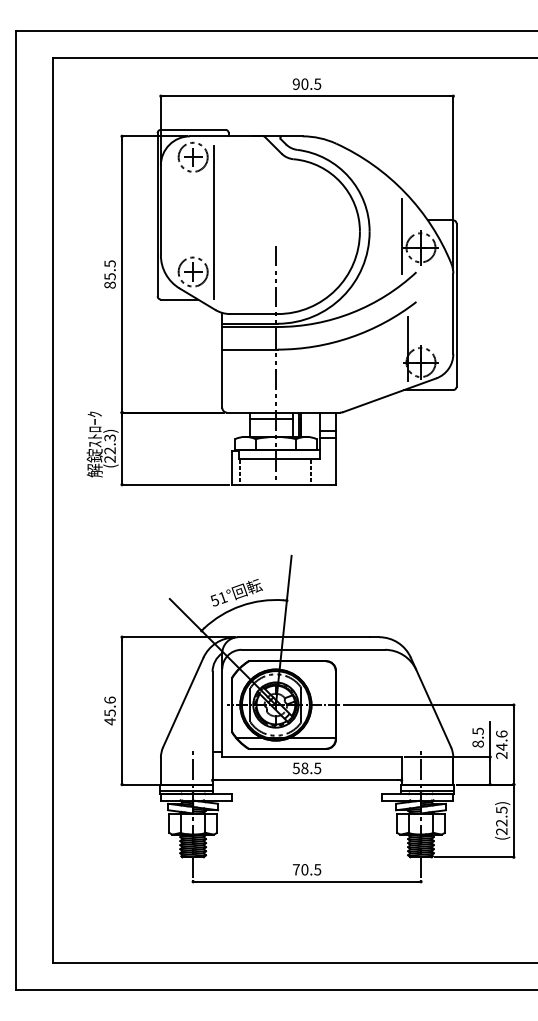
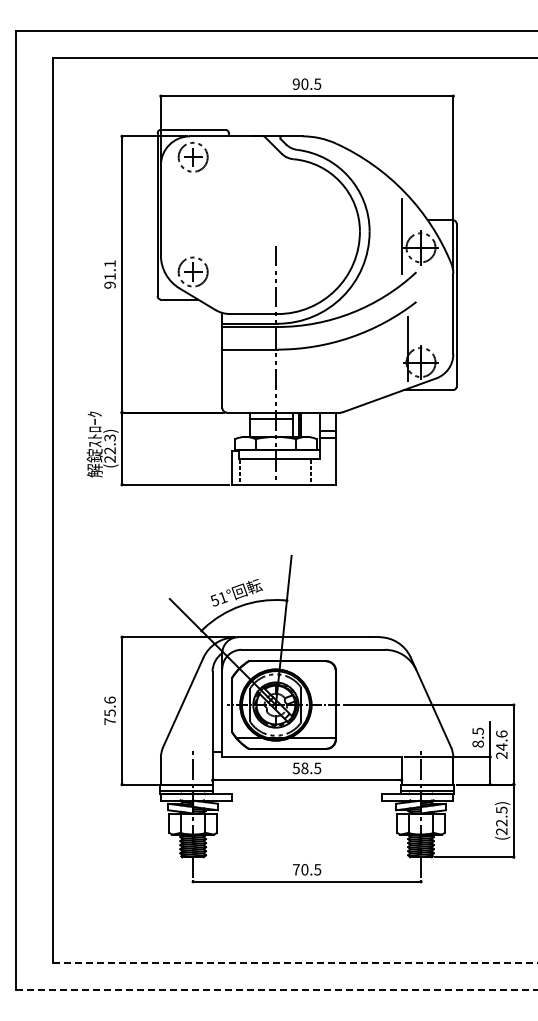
line at (213, 222): present -> none
text at (109, 274): 85.5 -> 91.1
text at (109, 721): 45.6 -> 75.6
line at (295, 962): solid -> dashed
line at (277, 990): solid -> dashed
